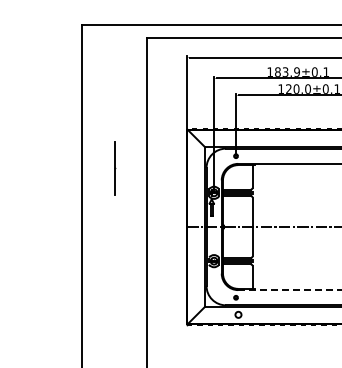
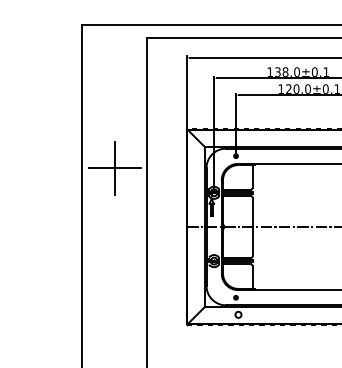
text at (287, 71): 183.9±0.1 -> 138.0±0.1
line at (114, 168): none -> present
line at (290, 290): dashed -> solid
